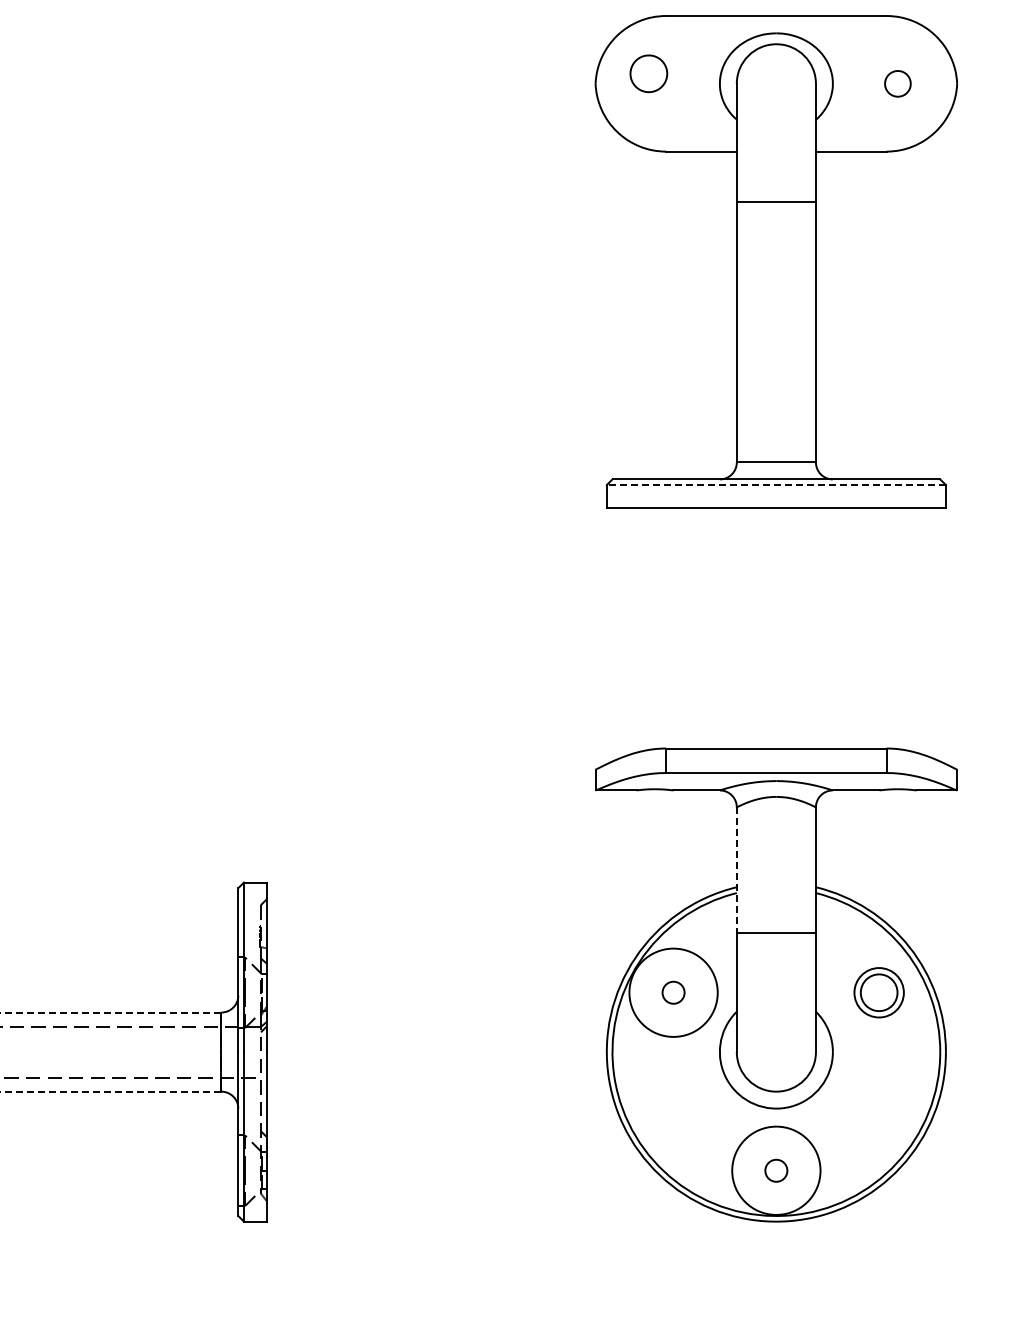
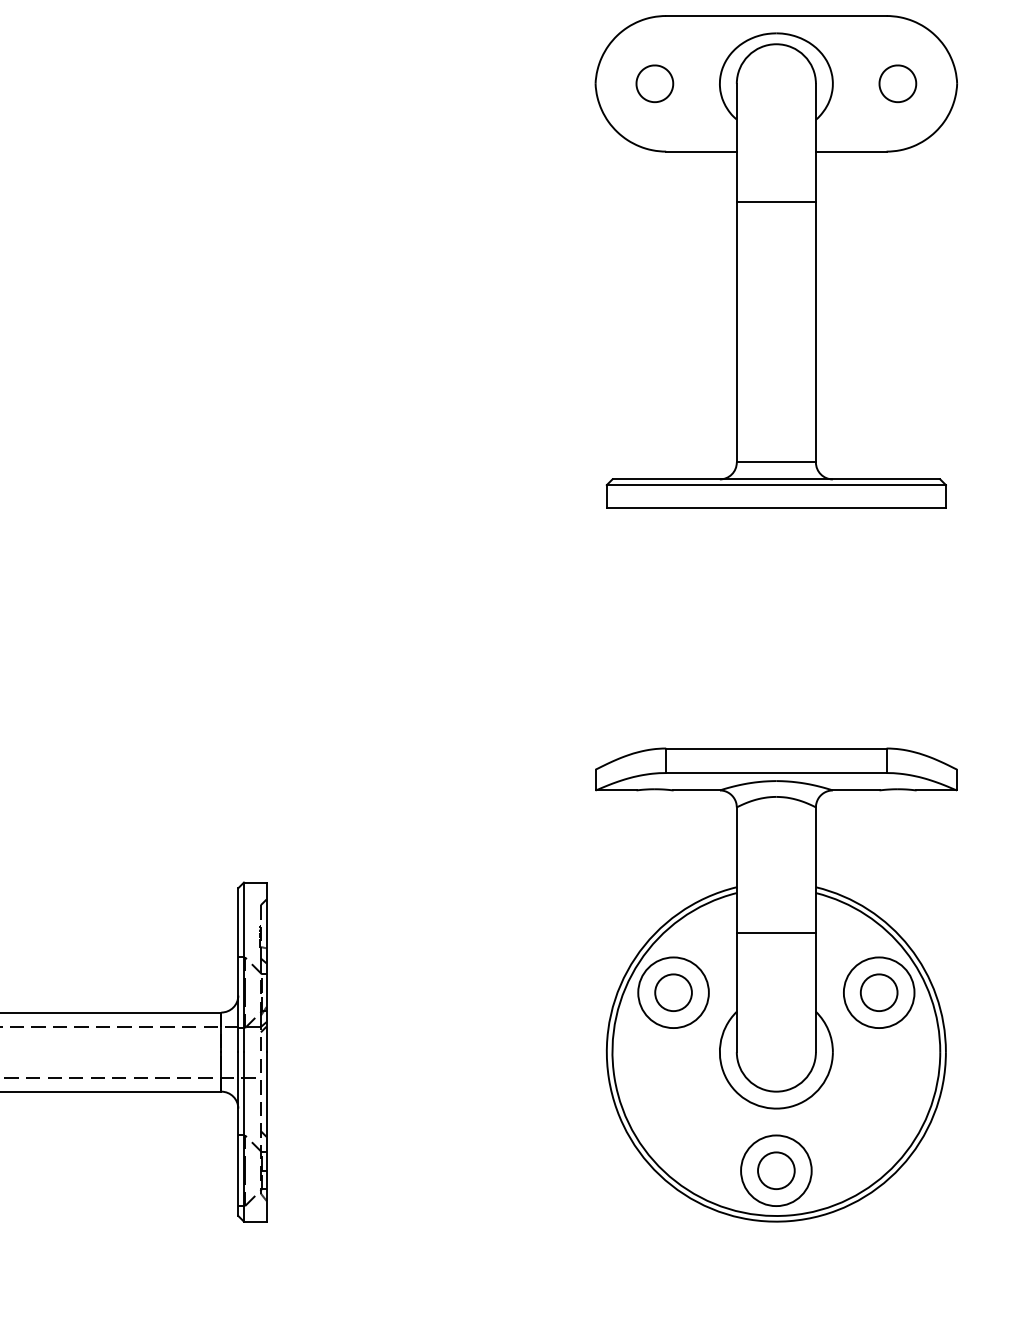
part at (648, 73) position: (648, 73) -> (654, 83)
part at (897, 83) size: 28x28 px -> 40x40 px
line at (776, 485): dashed -> solid
line at (736, 870): dashed -> solid
circle at (673, 992) diameter: 22 px -> 37 px
circle at (673, 992) diameter: 88 px -> 71 px
circle at (878, 992) diameter: 49 px -> 71 px
line at (110, 1012): dashed -> solid
line at (111, 1091): dashed -> solid
circle at (776, 1170) diameter: 22 px -> 37 px
circle at (776, 1170) diameter: 88 px -> 71 px
